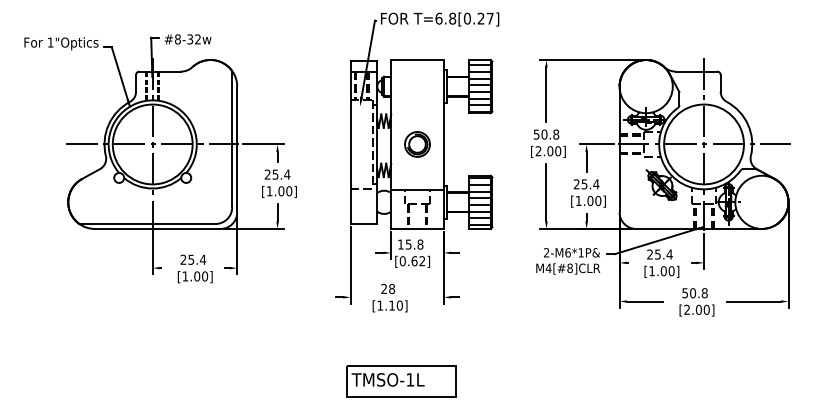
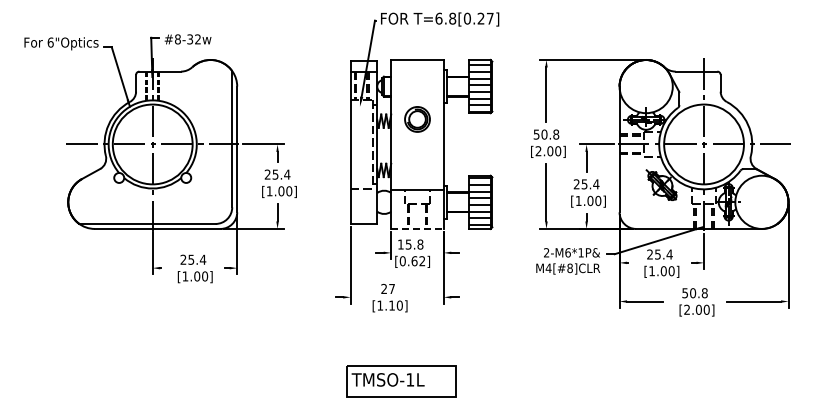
text at (50, 42): 1"Optics -> 6"Optics
part at (417, 144) position: (417, 144) -> (417, 119)
line at (418, 228): solid -> dashed
text at (392, 288): 28 -> 27
